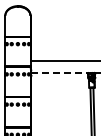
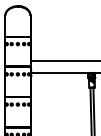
line at (61, 72): dashed -> solid
